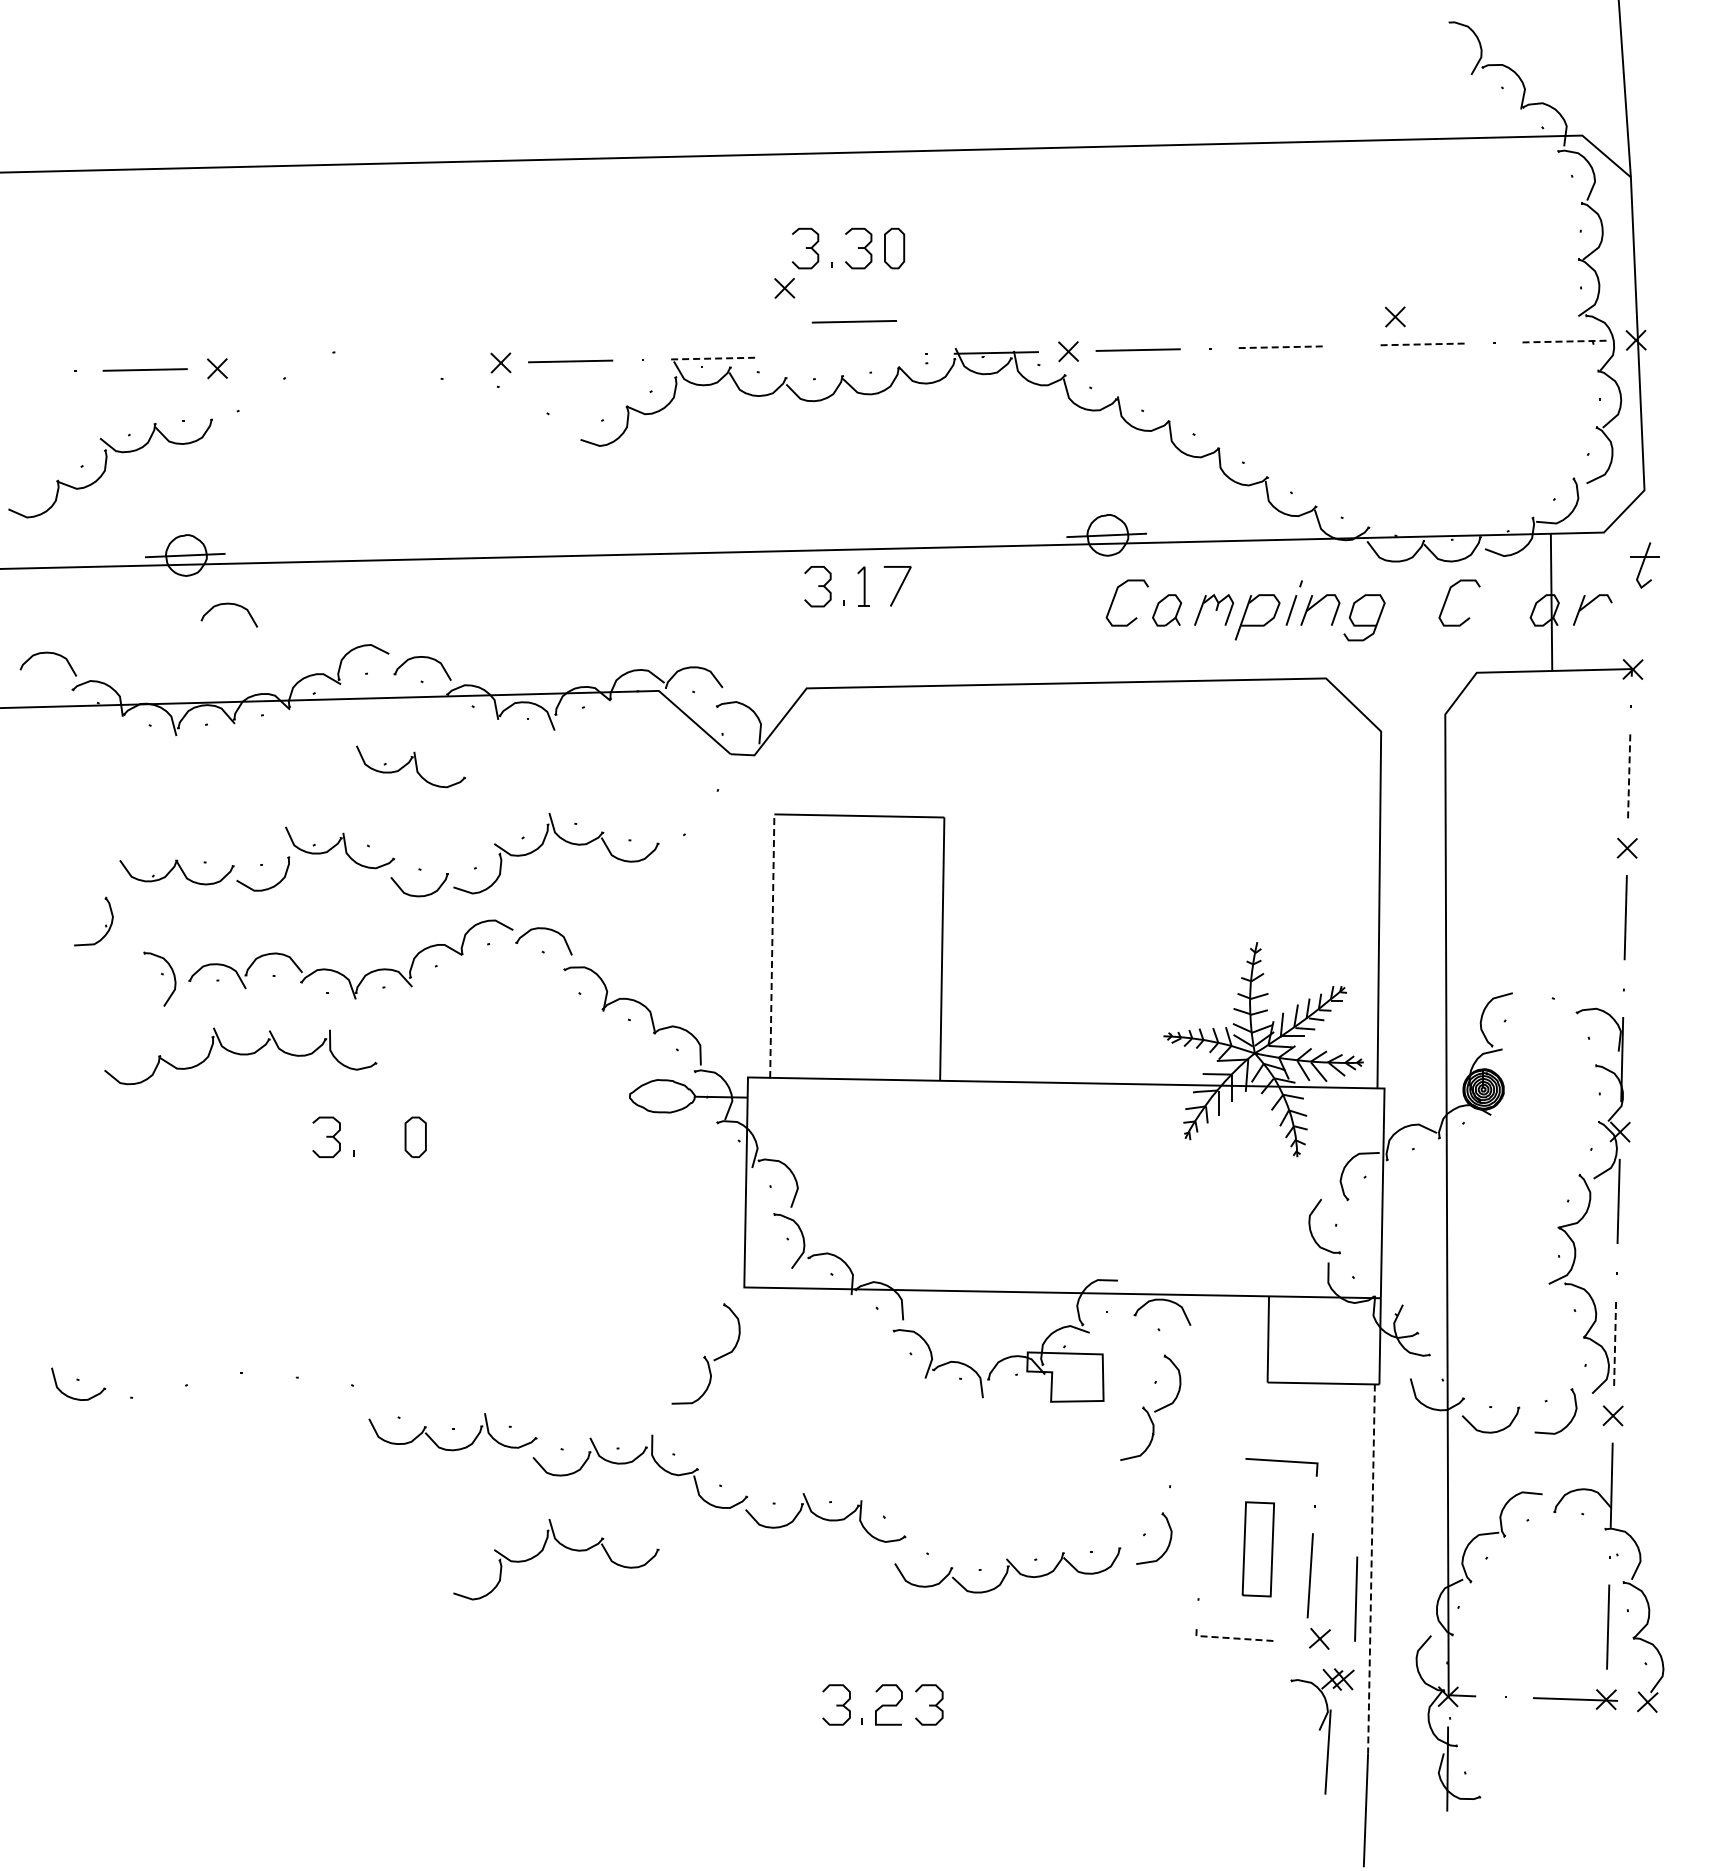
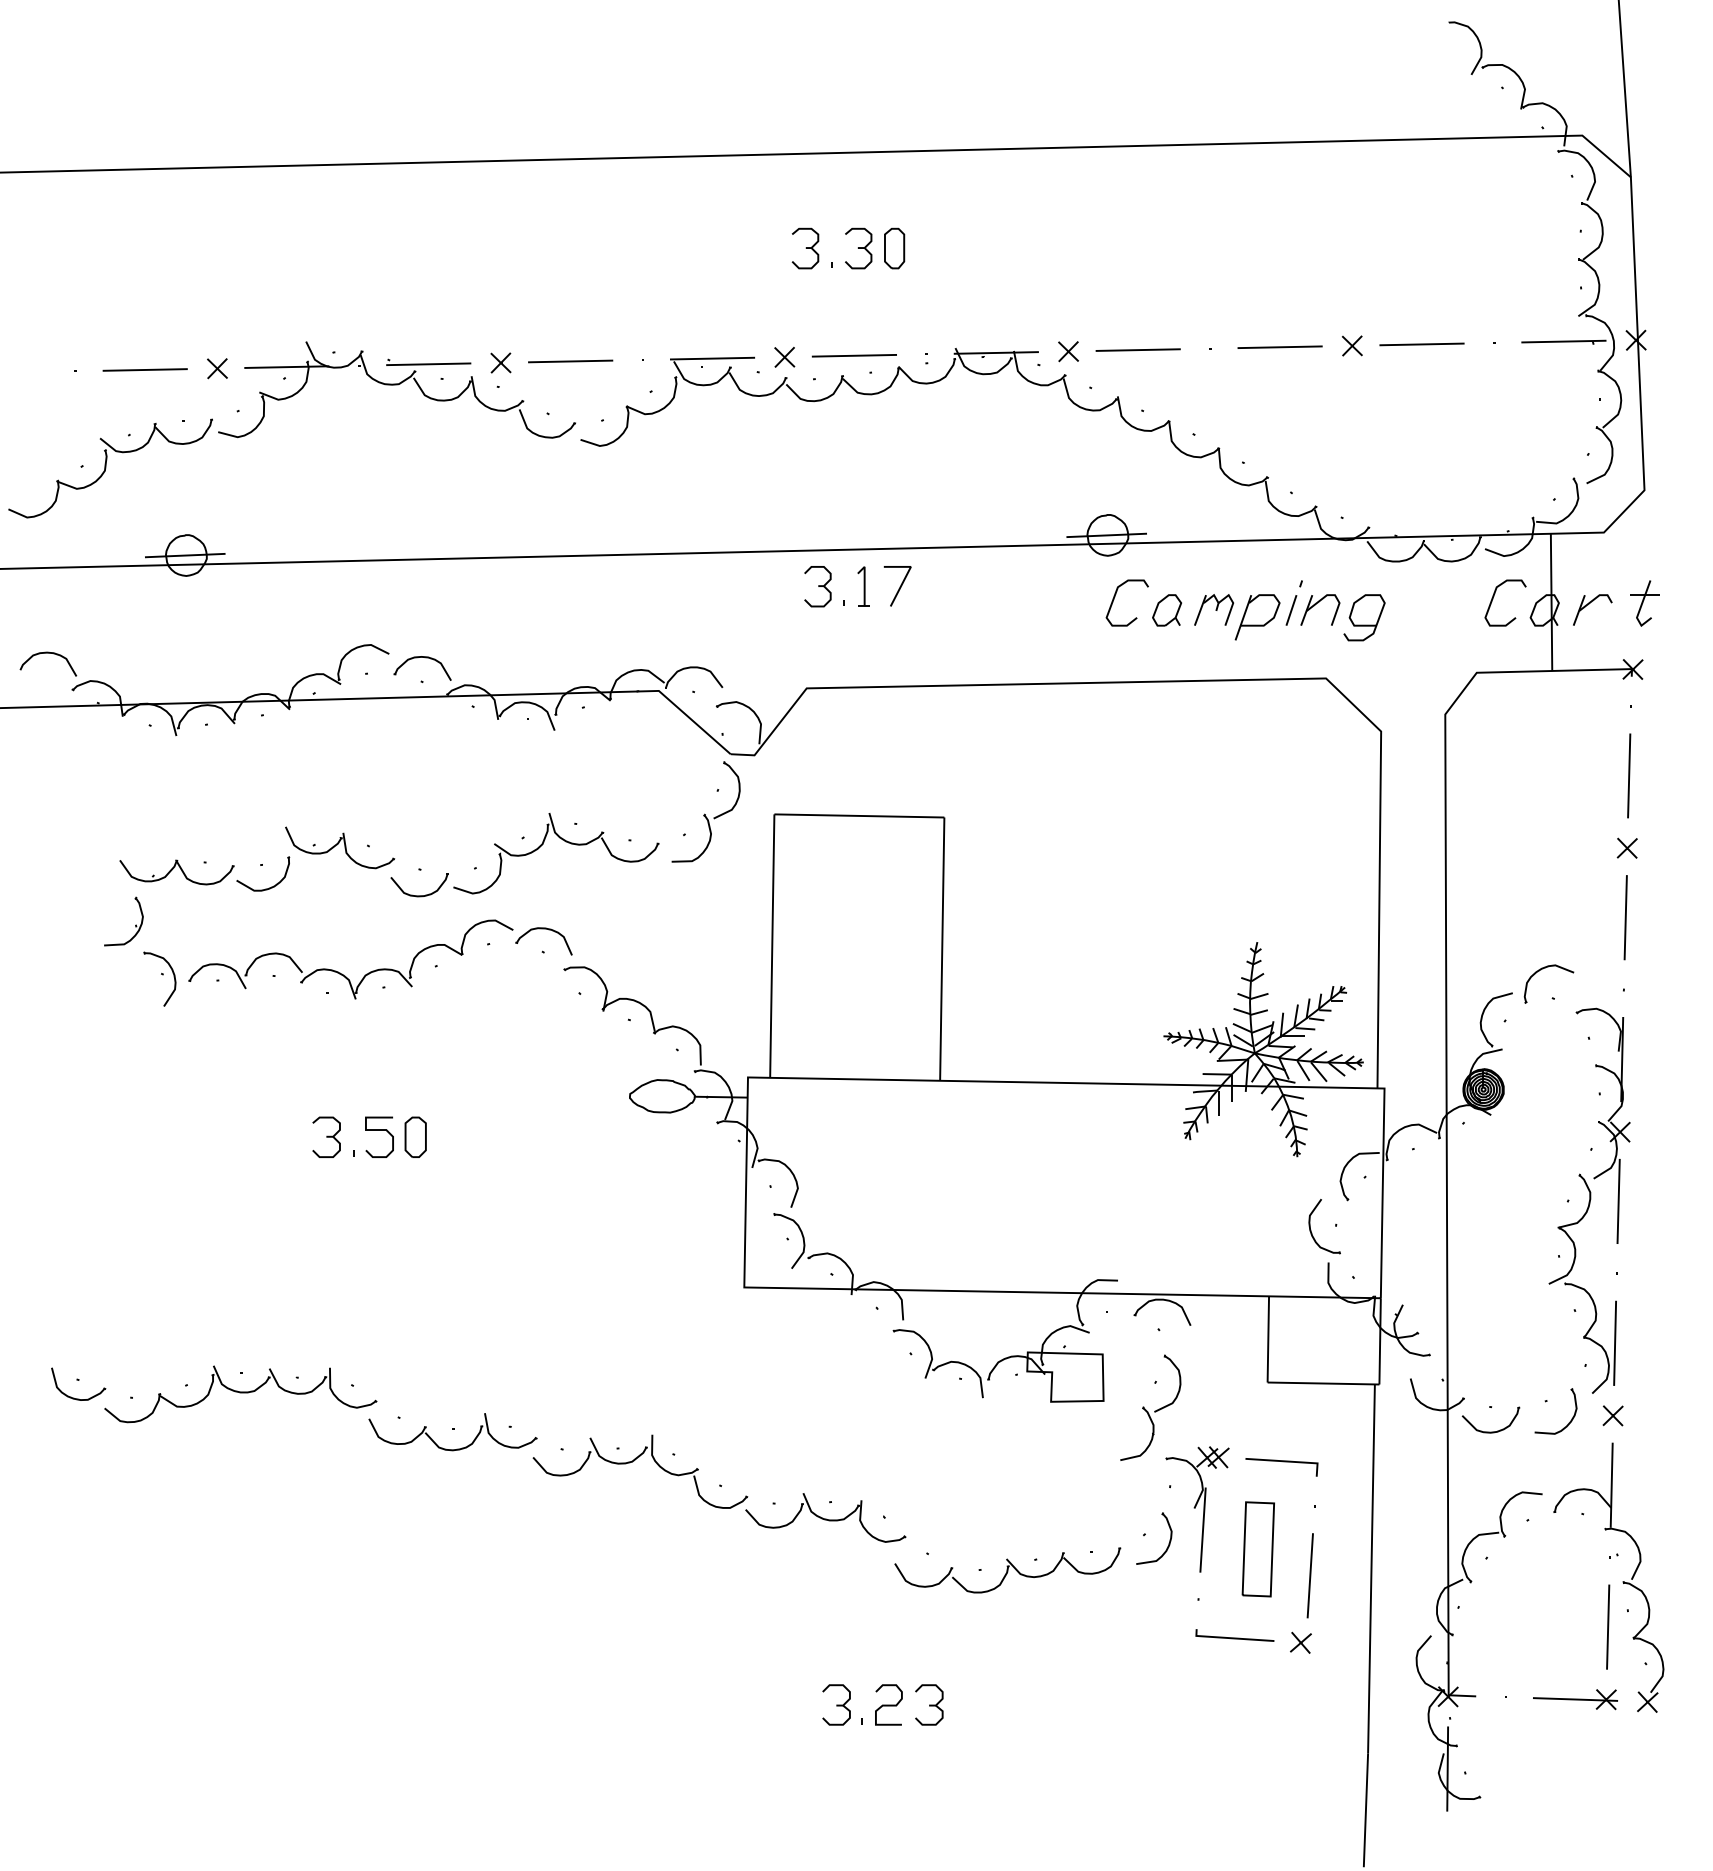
part at (784, 288) position: (784, 288) -> (784, 357)
part at (1395, 316) position: (1395, 316) -> (1352, 345)
line at (853, 321) position: (853, 321) -> (853, 355)
line at (1563, 341): dashed -> solid
line at (1422, 344): dashed -> solid
line at (1280, 347): dashed -> solid
line at (712, 358): dashed -> solid
part at (396, 389): none -> present
part at (1644, 565) position: (1644, 565) -> (1644, 603)
curve at (1447, 599) position: (1447, 599) -> (1493, 599)
curve at (229, 604): present -> none
part at (411, 766): present -> none
line at (1629, 775): dashed -> solid
part at (105, 924) position: (105, 924) -> (135, 924)
line at (772, 947): dashed -> solid
part at (1543, 969): none -> present
part at (240, 1056) position: (240, 1056) -> (240, 1394)
curve at (379, 1130): none -> present
line at (1615, 1343): dashed -> solid
part at (705, 1353) position: (705, 1353) -> (705, 811)
part at (565, 1548): present -> none
line at (1371, 1569): dashed -> solid
line at (1356, 1598): present -> none
line at (1231, 1638): dashed -> solid
part at (1319, 1638) position: (1319, 1638) -> (1300, 1642)
part at (1322, 1731) position: (1322, 1731) -> (1197, 1509)
